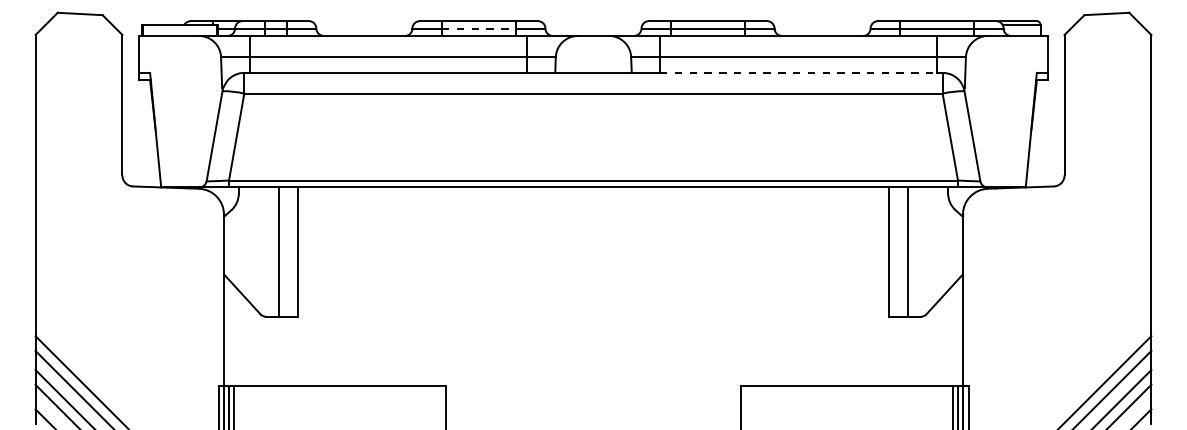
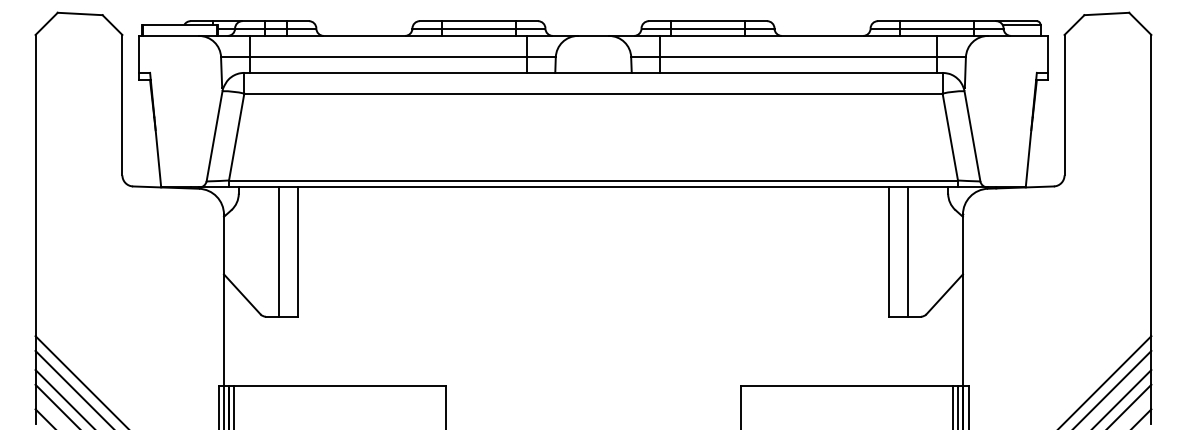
line at (478, 28): dashed -> solid
line at (798, 72): dashed -> solid
